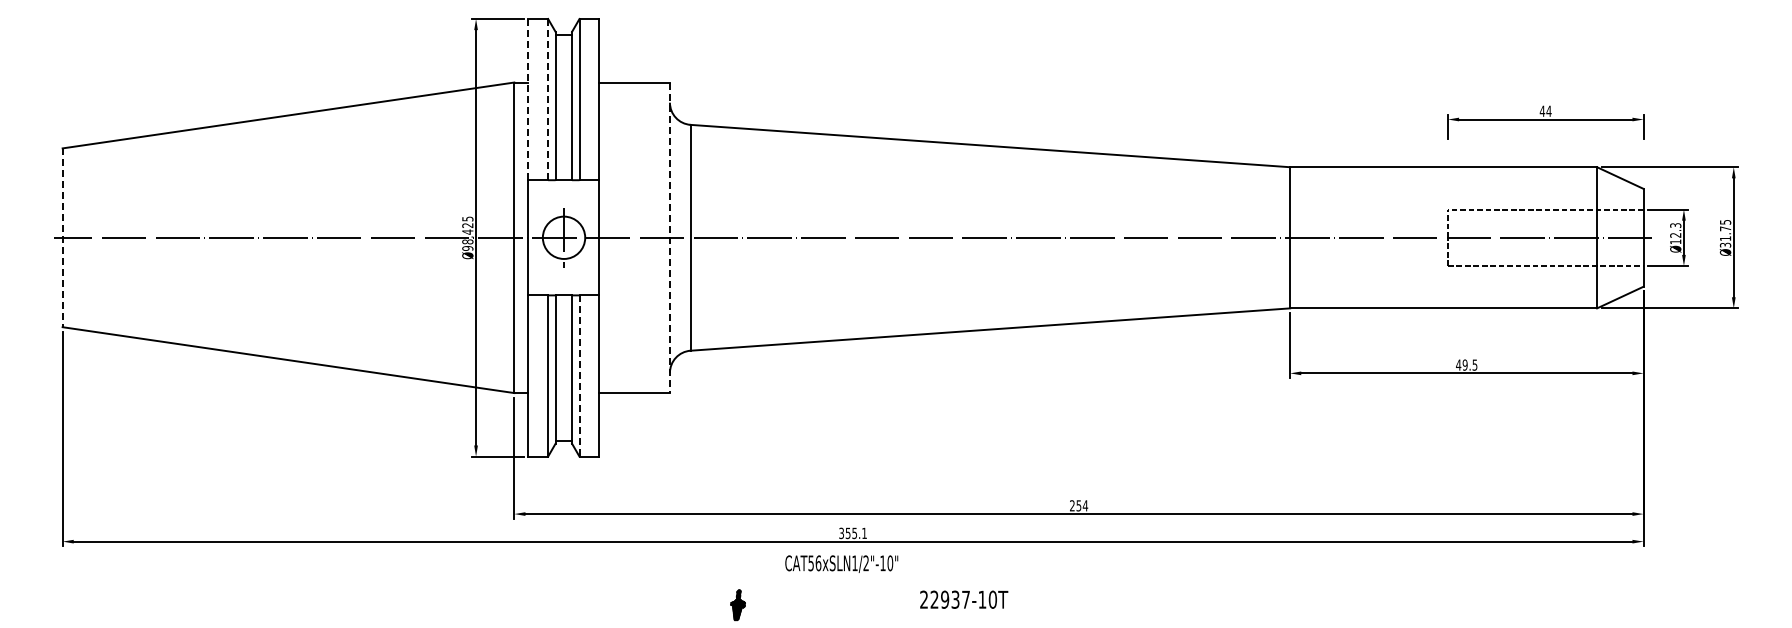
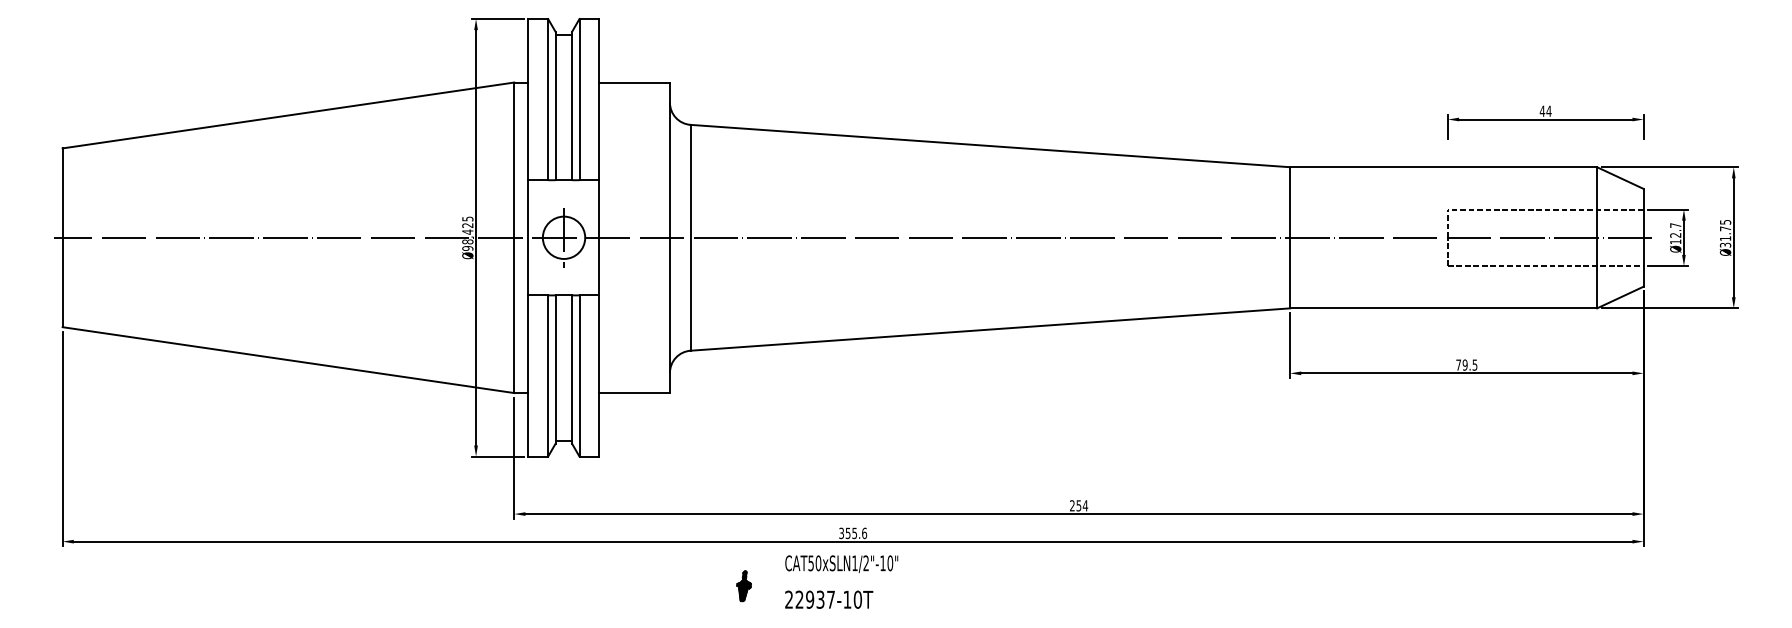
line at (528, 99): dashed -> solid
line at (548, 99): dashed -> solid
text at (1675, 225): Ø12.3 -> Ø12.7
line at (62, 238): dashed -> solid
line at (669, 238): dashed -> solid
text at (1458, 364): 49.5 -> 79.5
line at (579, 376): dashed -> solid
text at (864, 533): 355.1 -> 355.6
text at (818, 562): CAT56xSLN1/2"-10" -> CAT50xSLN1/2"-10"
text at (964, 599) position: (964, 599) -> (829, 599)
part at (737, 605) position: (737, 605) -> (743, 586)
